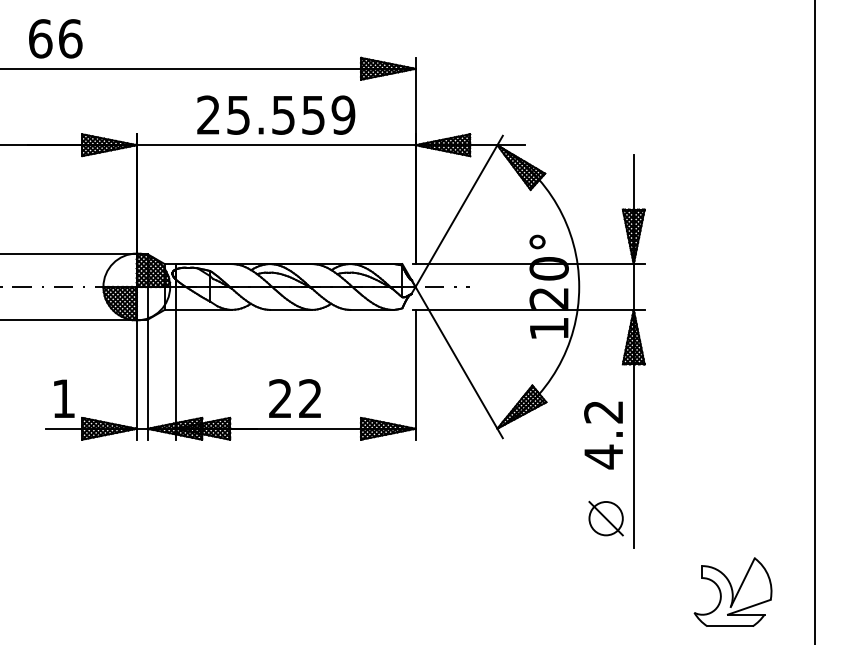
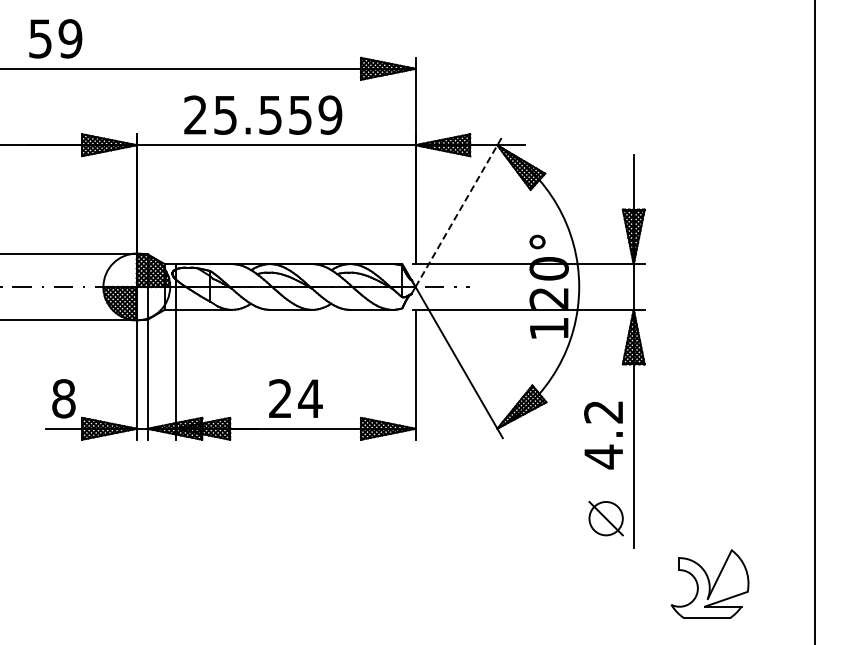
text at (55, 38): 66 -> 59
text at (276, 114) position: (276, 114) -> (263, 114)
line at (459, 210): solid -> dashed
text at (63, 398): 1 -> 8
text at (310, 398): 22 -> 24
part at (732, 591) position: (732, 591) -> (709, 583)
